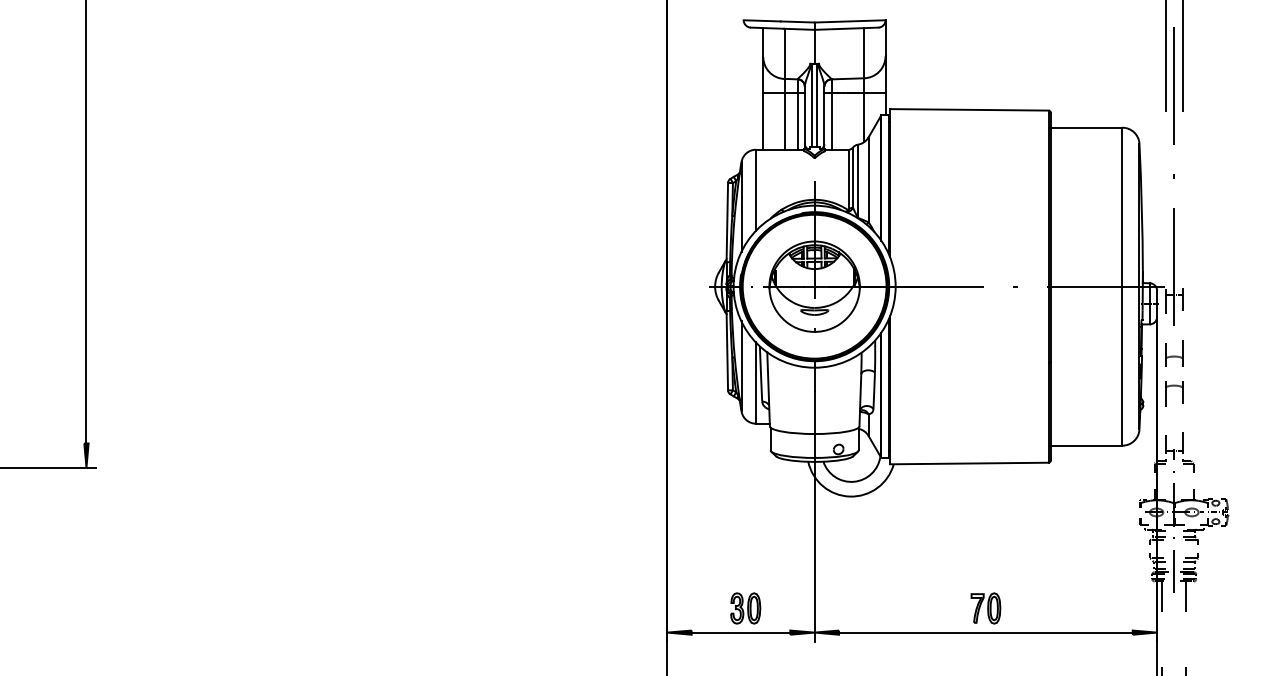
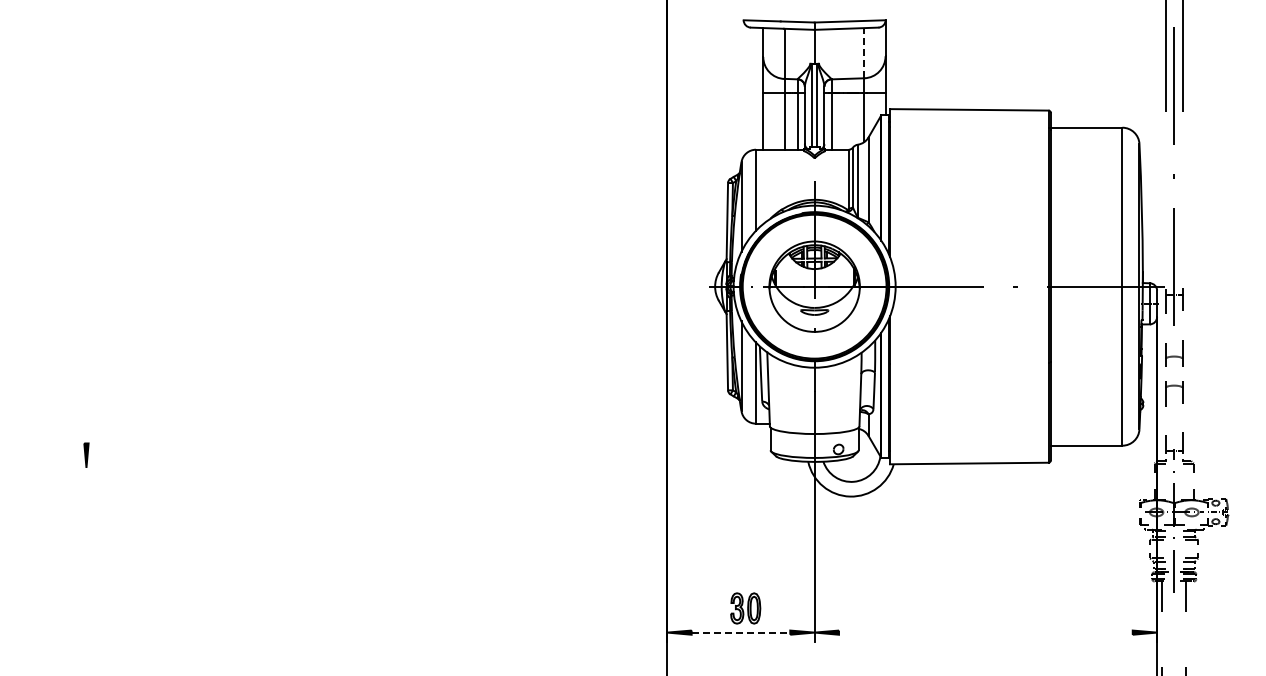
line at (864, 52): solid -> dashed
line at (86, 222): present -> none
line at (49, 467): present -> none
part at (985, 608): present -> none
line at (741, 632): solid -> dashed
line at (985, 632): present -> none
